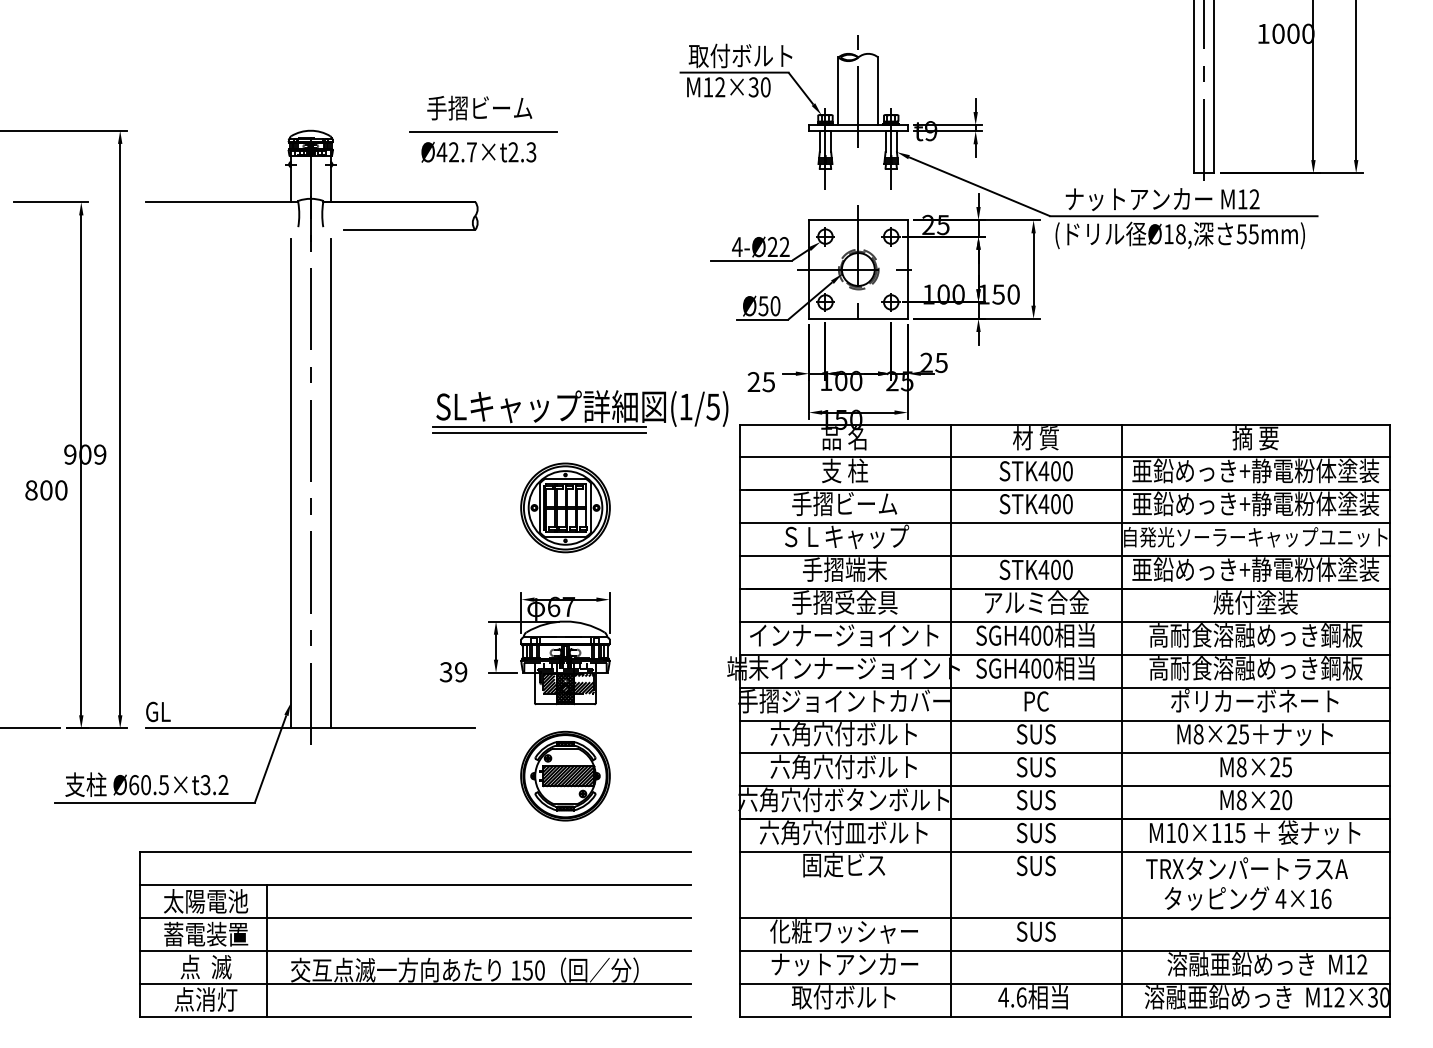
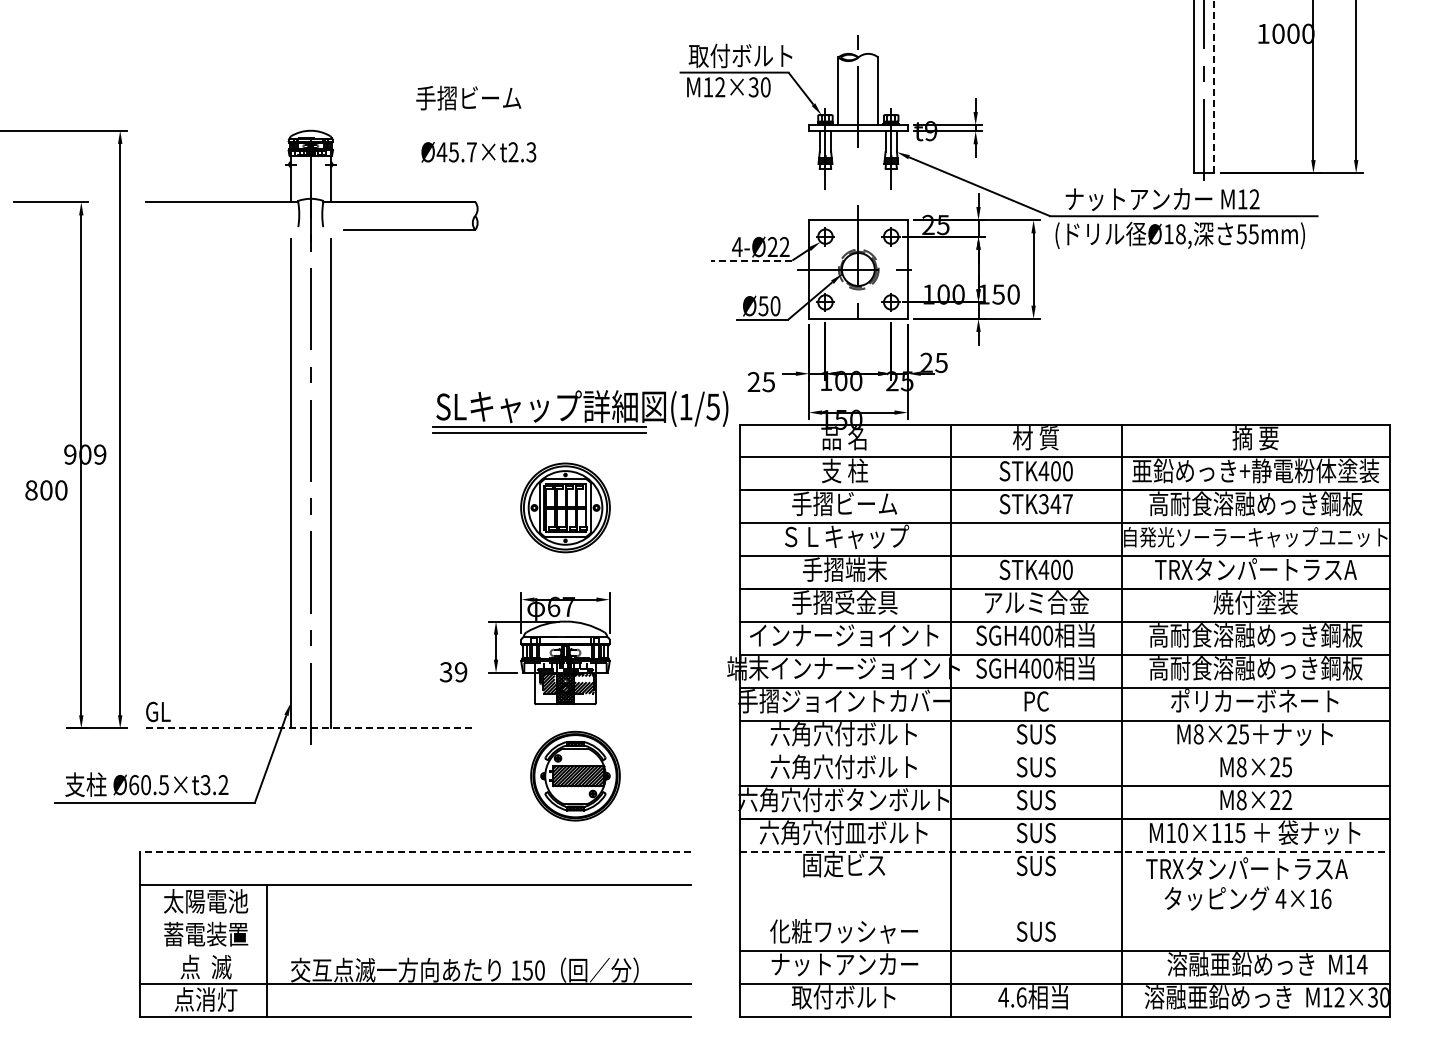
line at (1214, 86): solid -> dashed
text at (479, 107) position: (479, 107) -> (468, 97)
line at (483, 131): present -> none
text at (453, 152): Ø42.7×t2.3 -> Ø45.7×t2.3
line at (751, 260): solid -> dashed
text at (1255, 503): 亜鉛めっき+静電粉体塗装 -> 高耐食溶融めっき鋼板
text at (1055, 504): STK400 -> STK347
text at (1255, 569): 亜鉛めっき+静電粉体塗装 -> TRXタンパートラスA
line at (31, 728): present -> none
line at (311, 728): solid -> dashed
line at (1064, 753): present -> none
part at (565, 775) position: (565, 775) -> (575, 775)
text at (1287, 800): M8×20 -> M8×22
line at (415, 852): solid -> dashed
line at (1065, 852): solid -> dashed
line at (415, 917): present -> none
line at (1064, 917): present -> none
line at (415, 950): present -> none
text at (1361, 964): M12 -> M14
